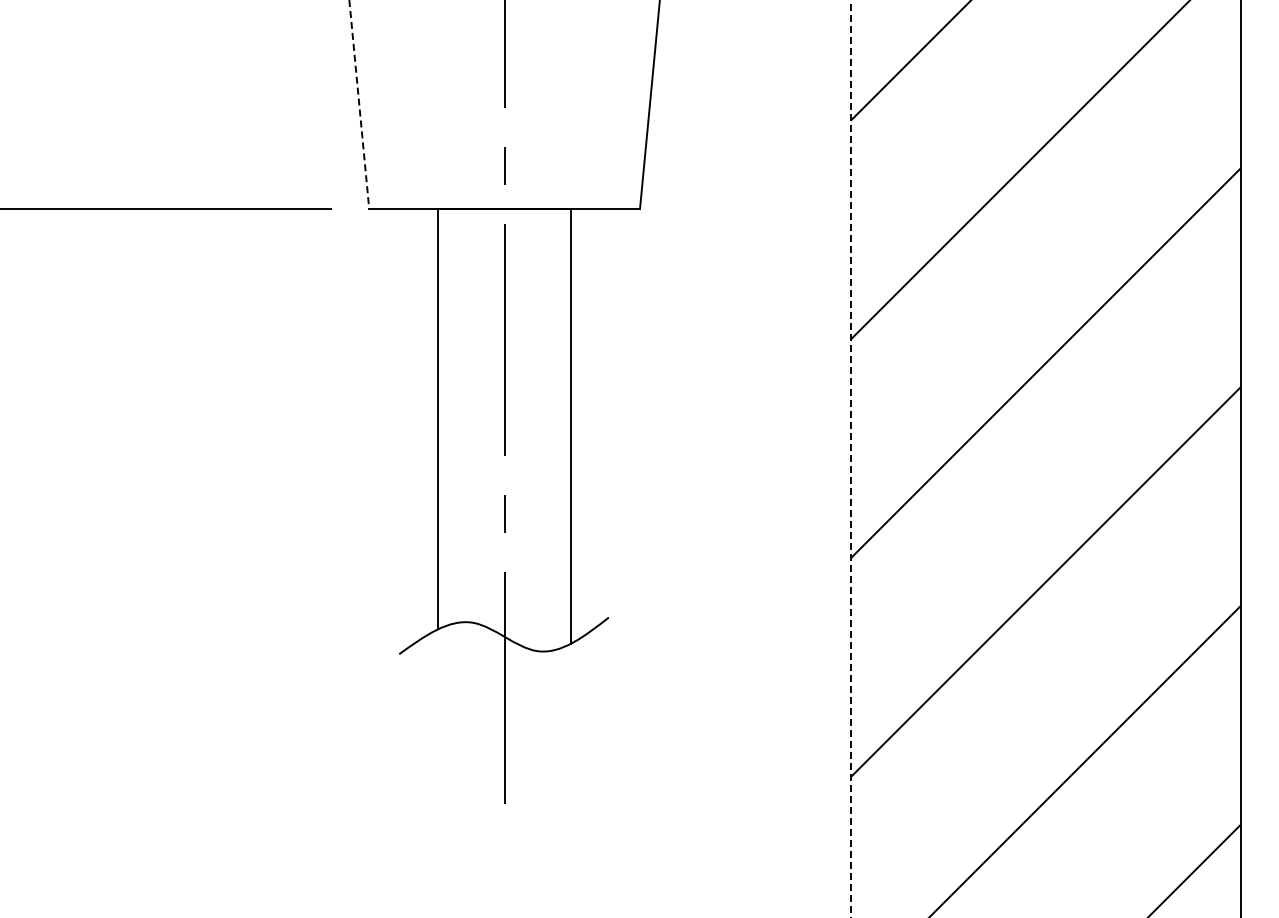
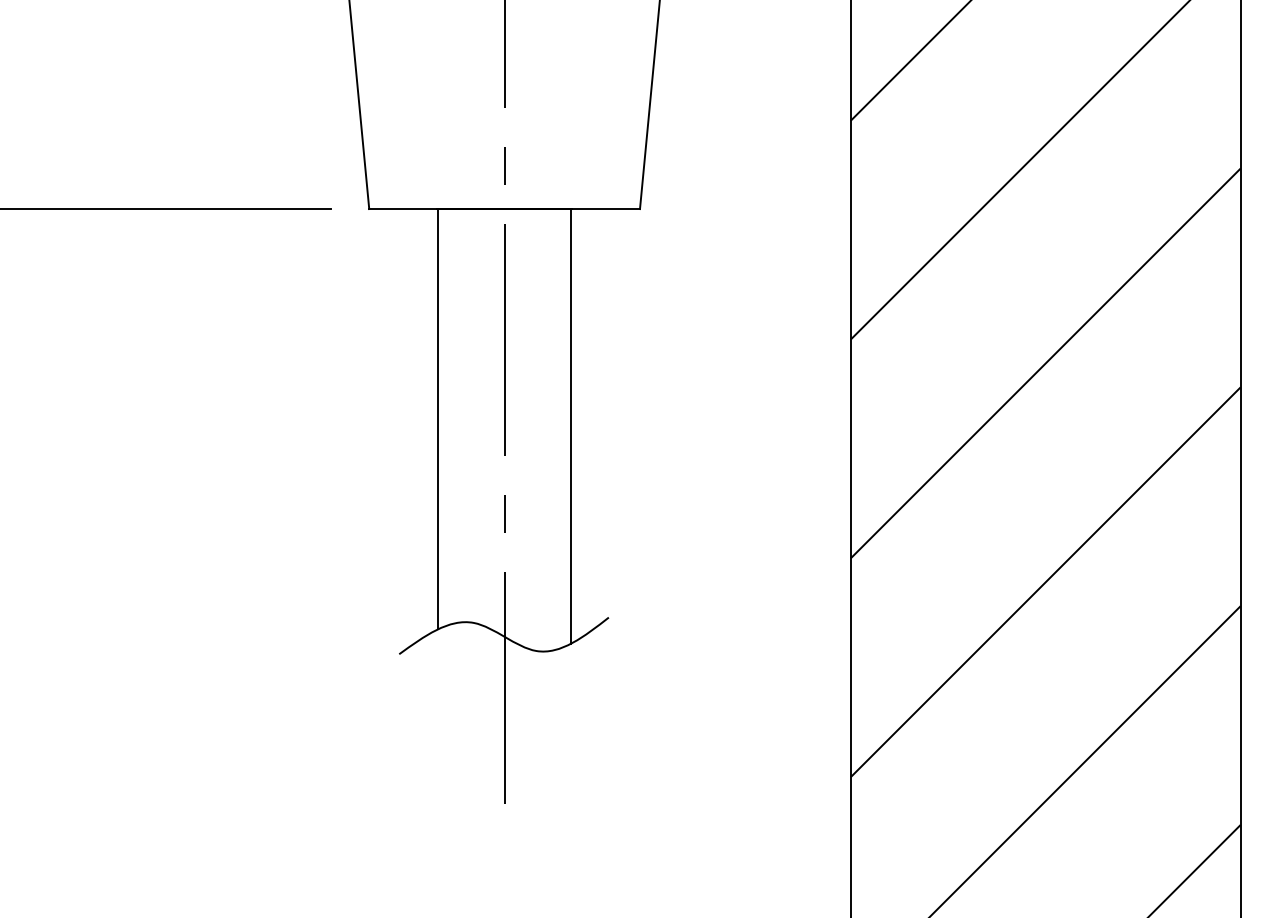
line at (359, 104): dashed -> solid
line at (850, 458): dashed -> solid
